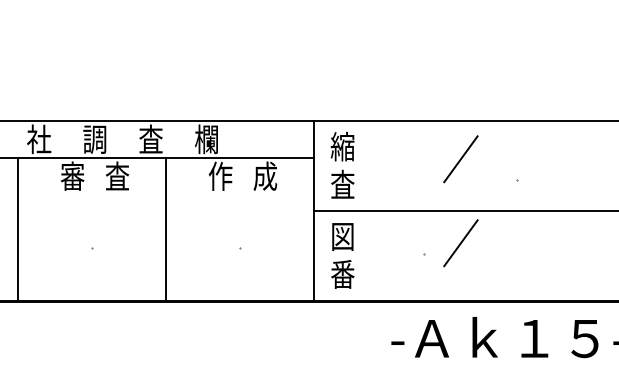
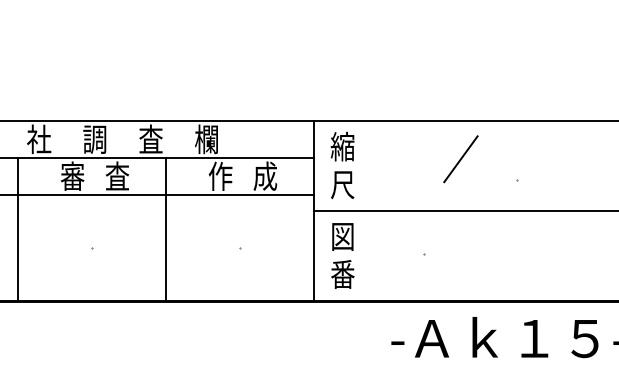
text at (342, 184): 査 -> 尺
line at (157, 195): none -> present
line at (460, 243): present -> none
